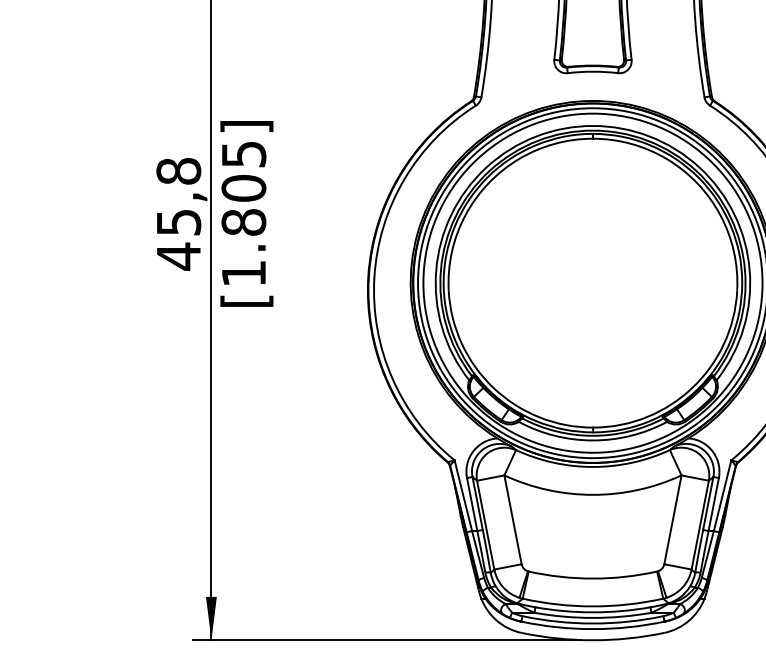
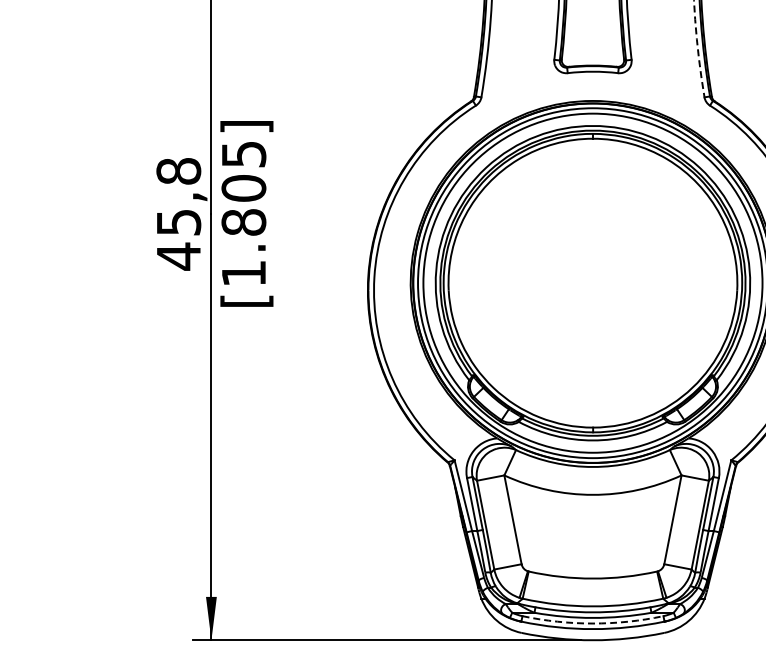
arc at (698, 48): solid -> dashed
arc at (592, 623): solid -> dashed
